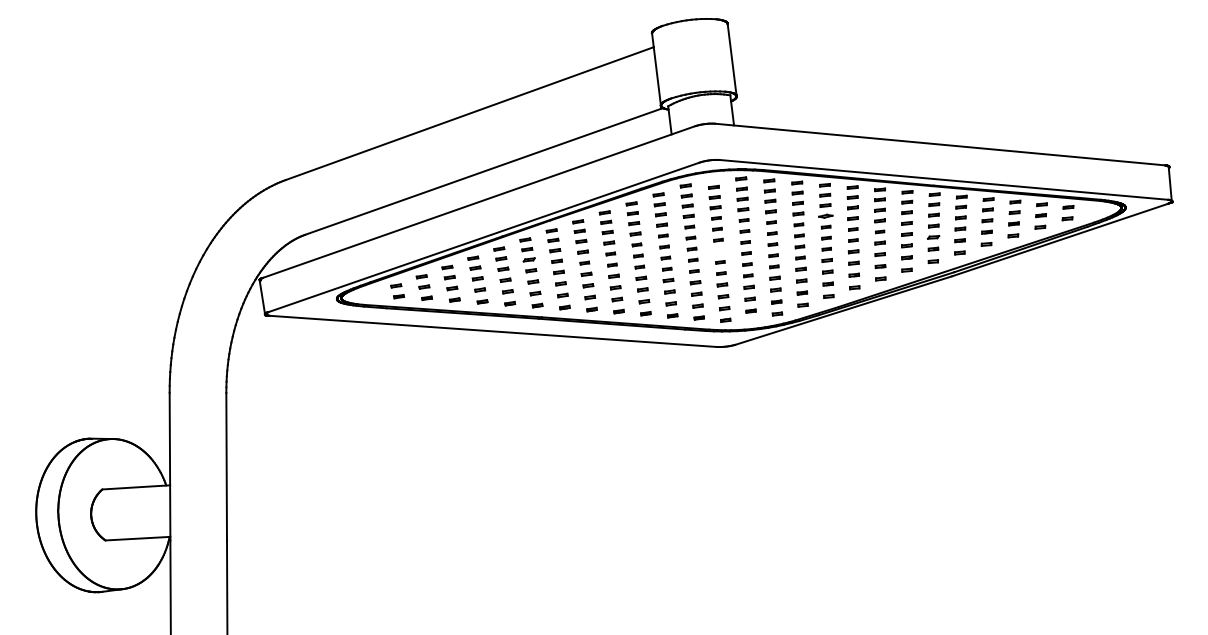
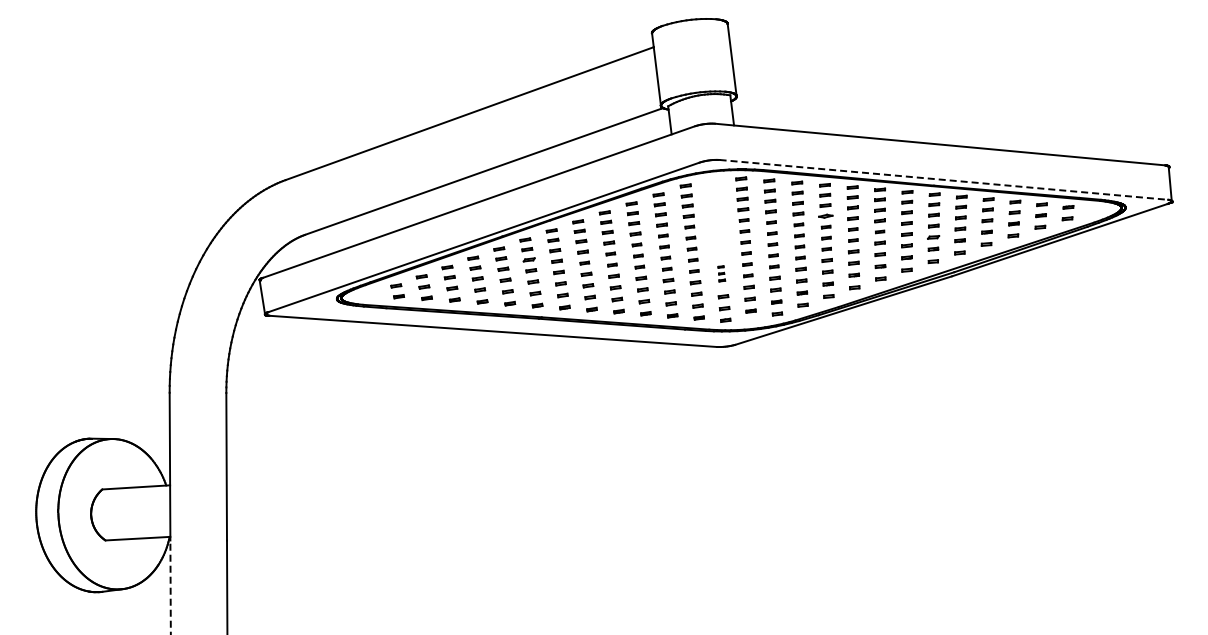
line at (944, 179): solid -> dashed
part at (715, 213): present -> none
part at (721, 273) size: 14x28 px -> 10x18 px
line at (170, 587): solid -> dashed
